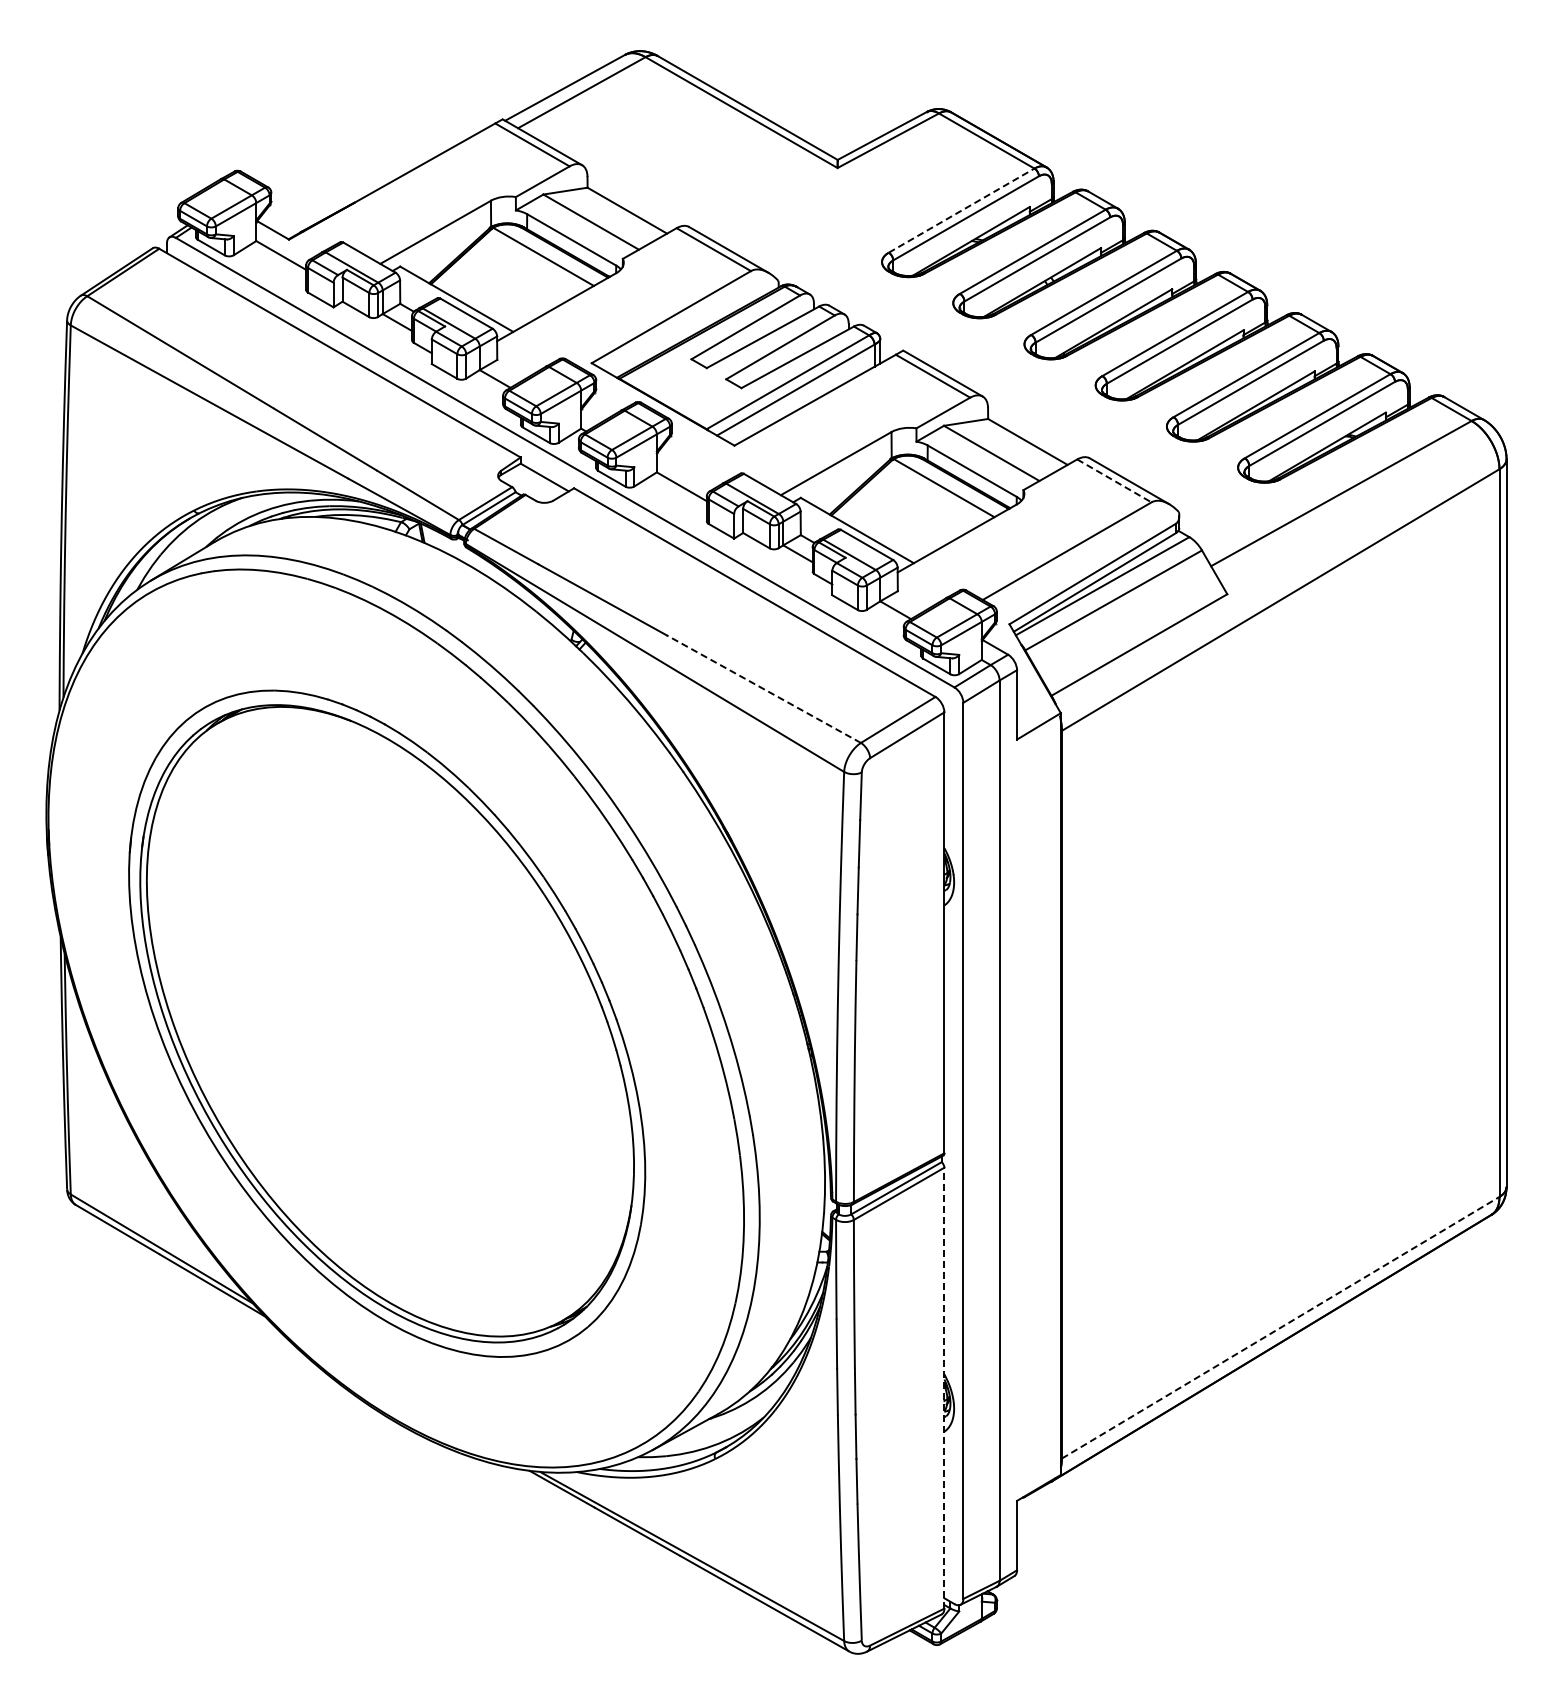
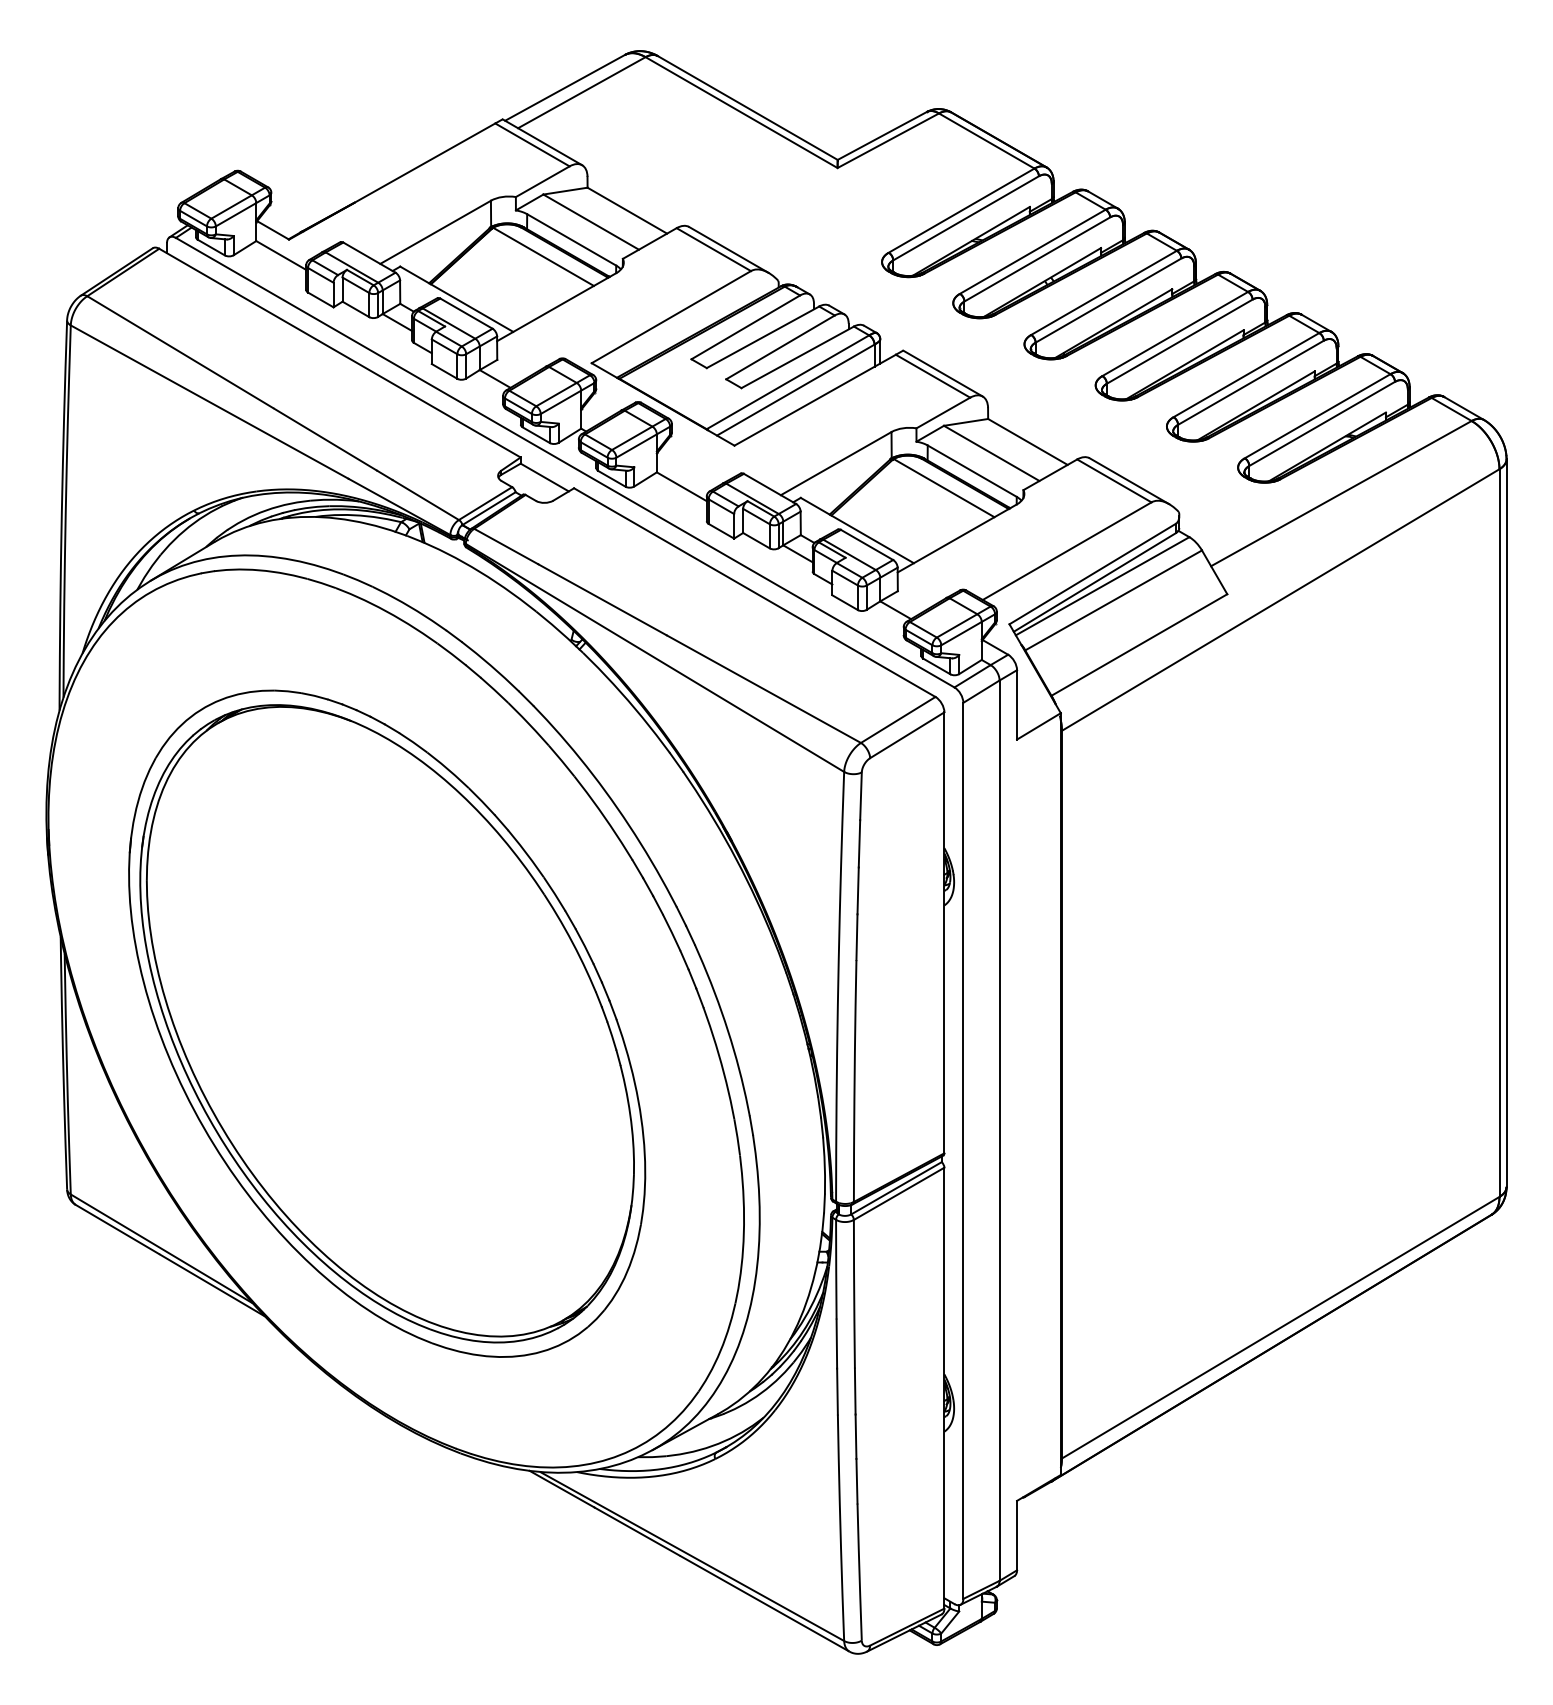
line at (962, 210): dashed -> solid
line at (1114, 480): dashed -> solid
line at (763, 689): dashed -> solid
line at (1280, 1327): dashed -> solid
line at (944, 1387): dashed -> solid
